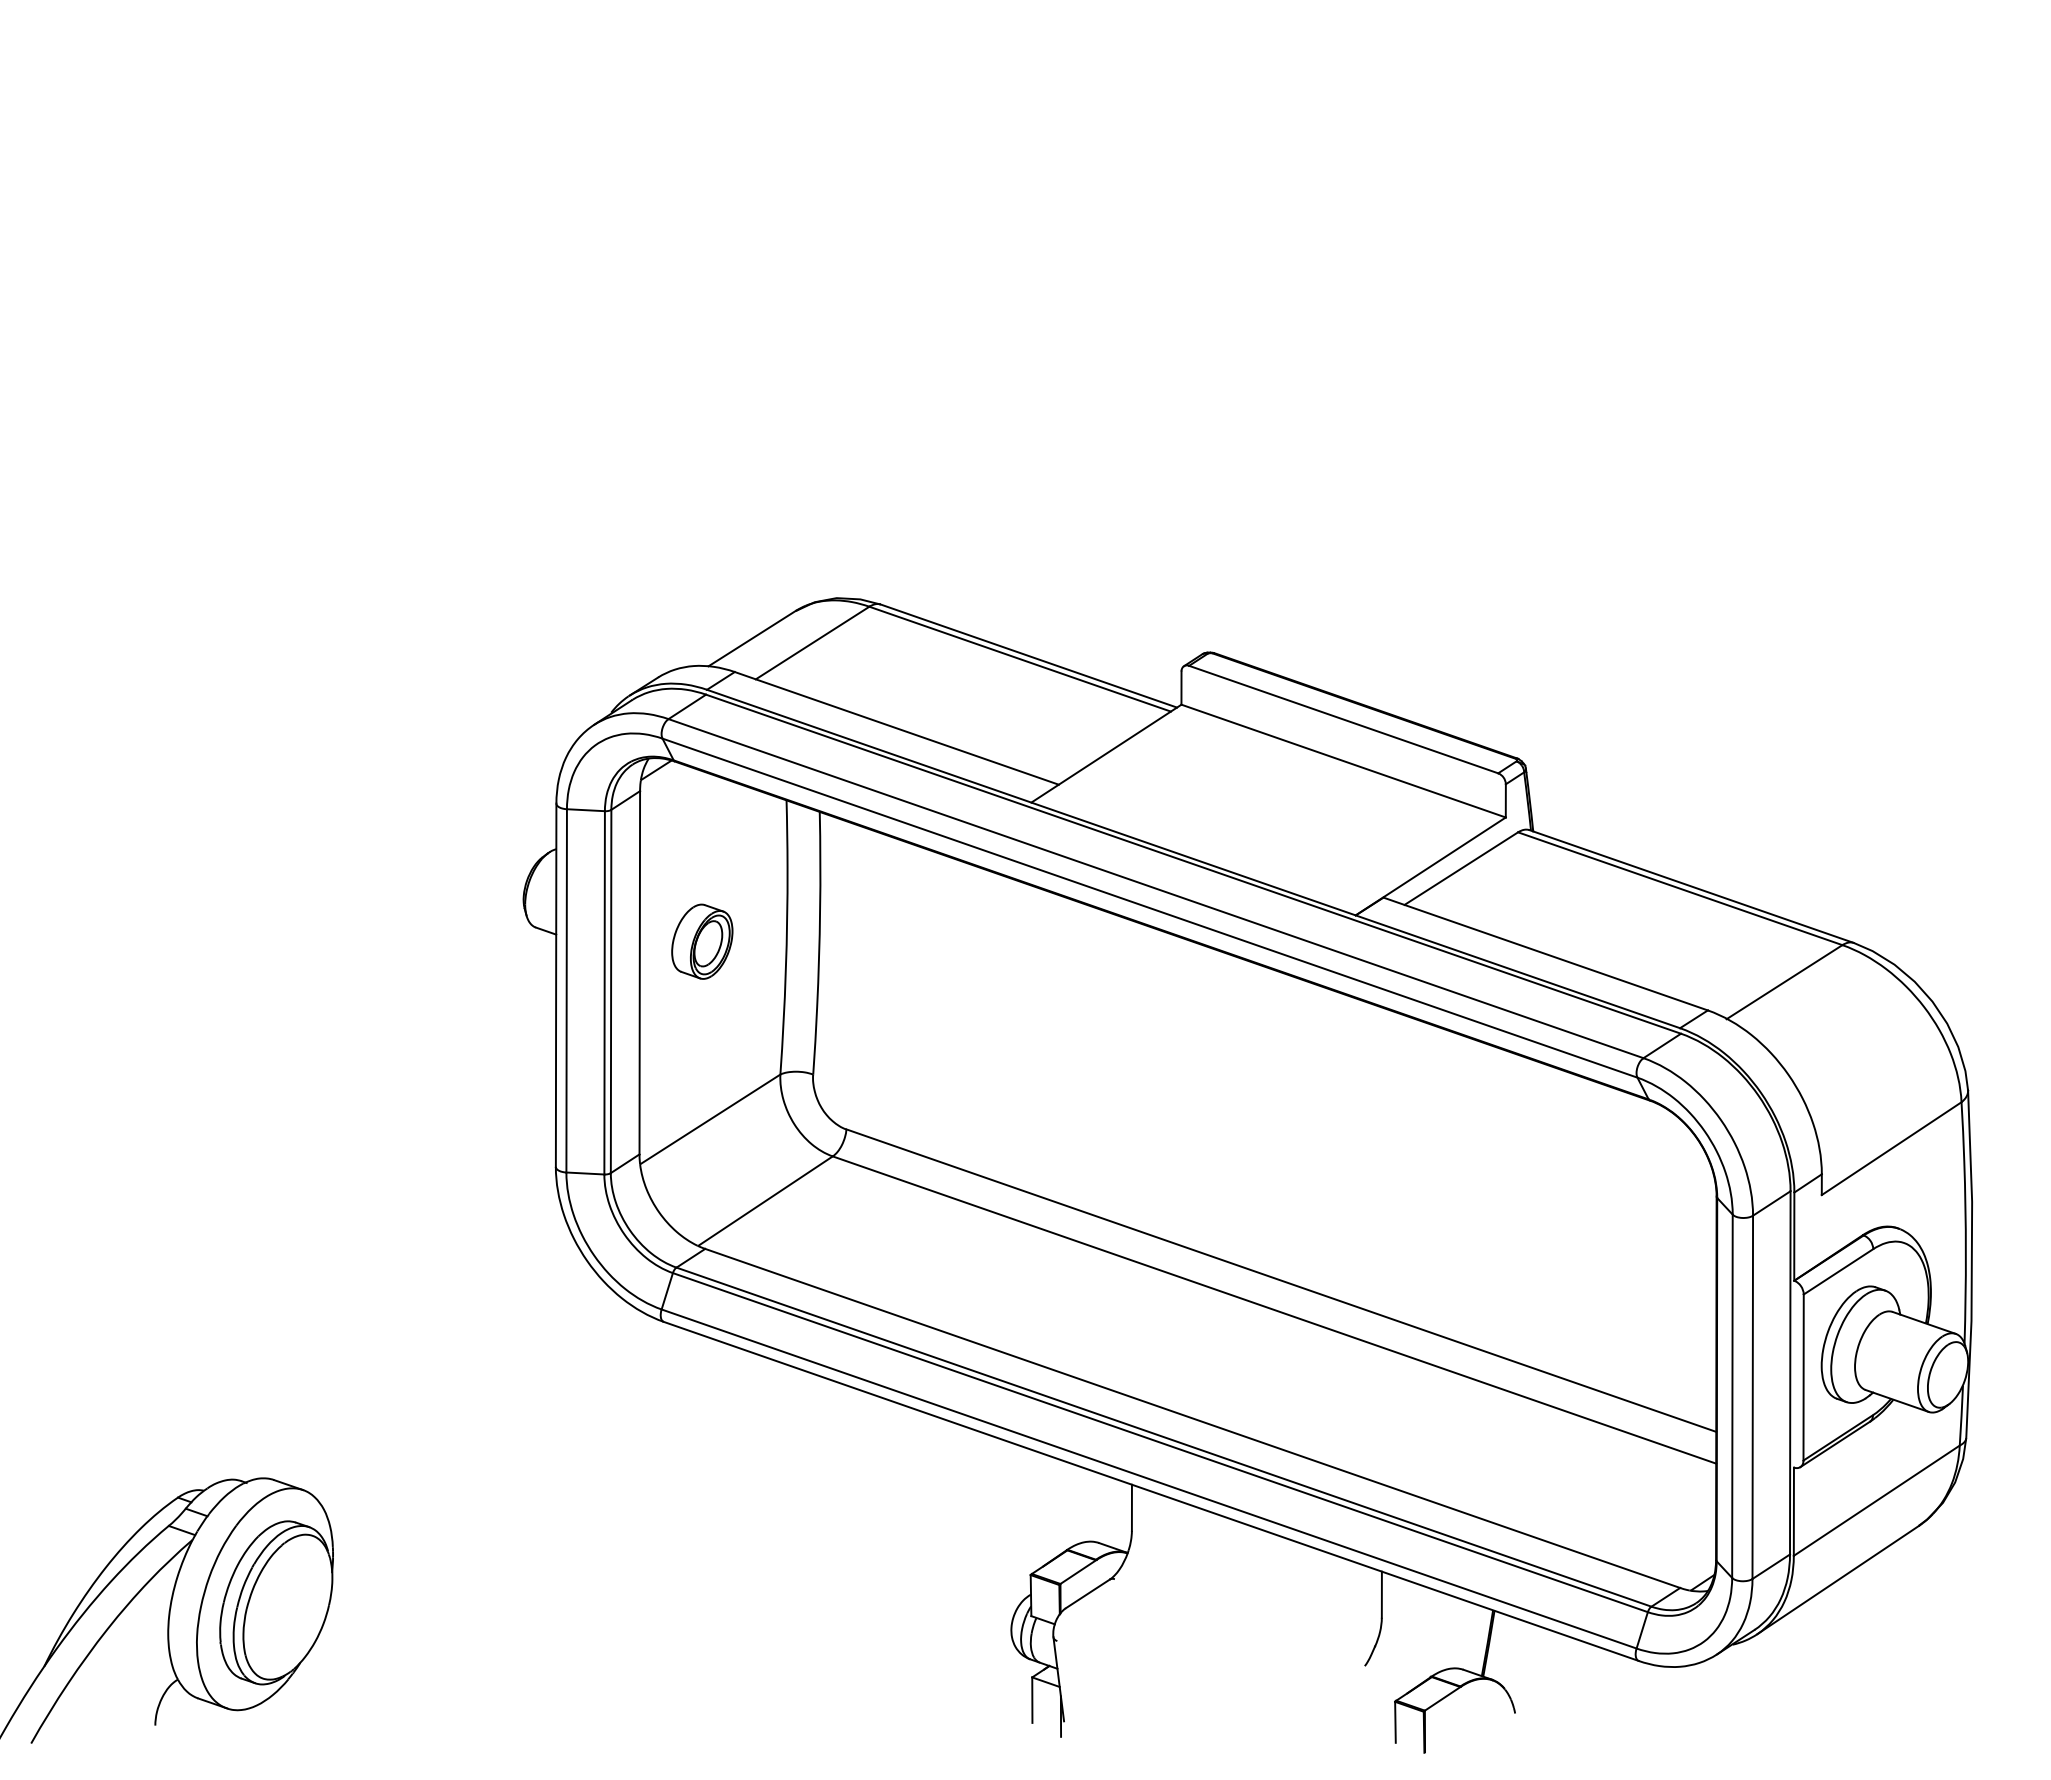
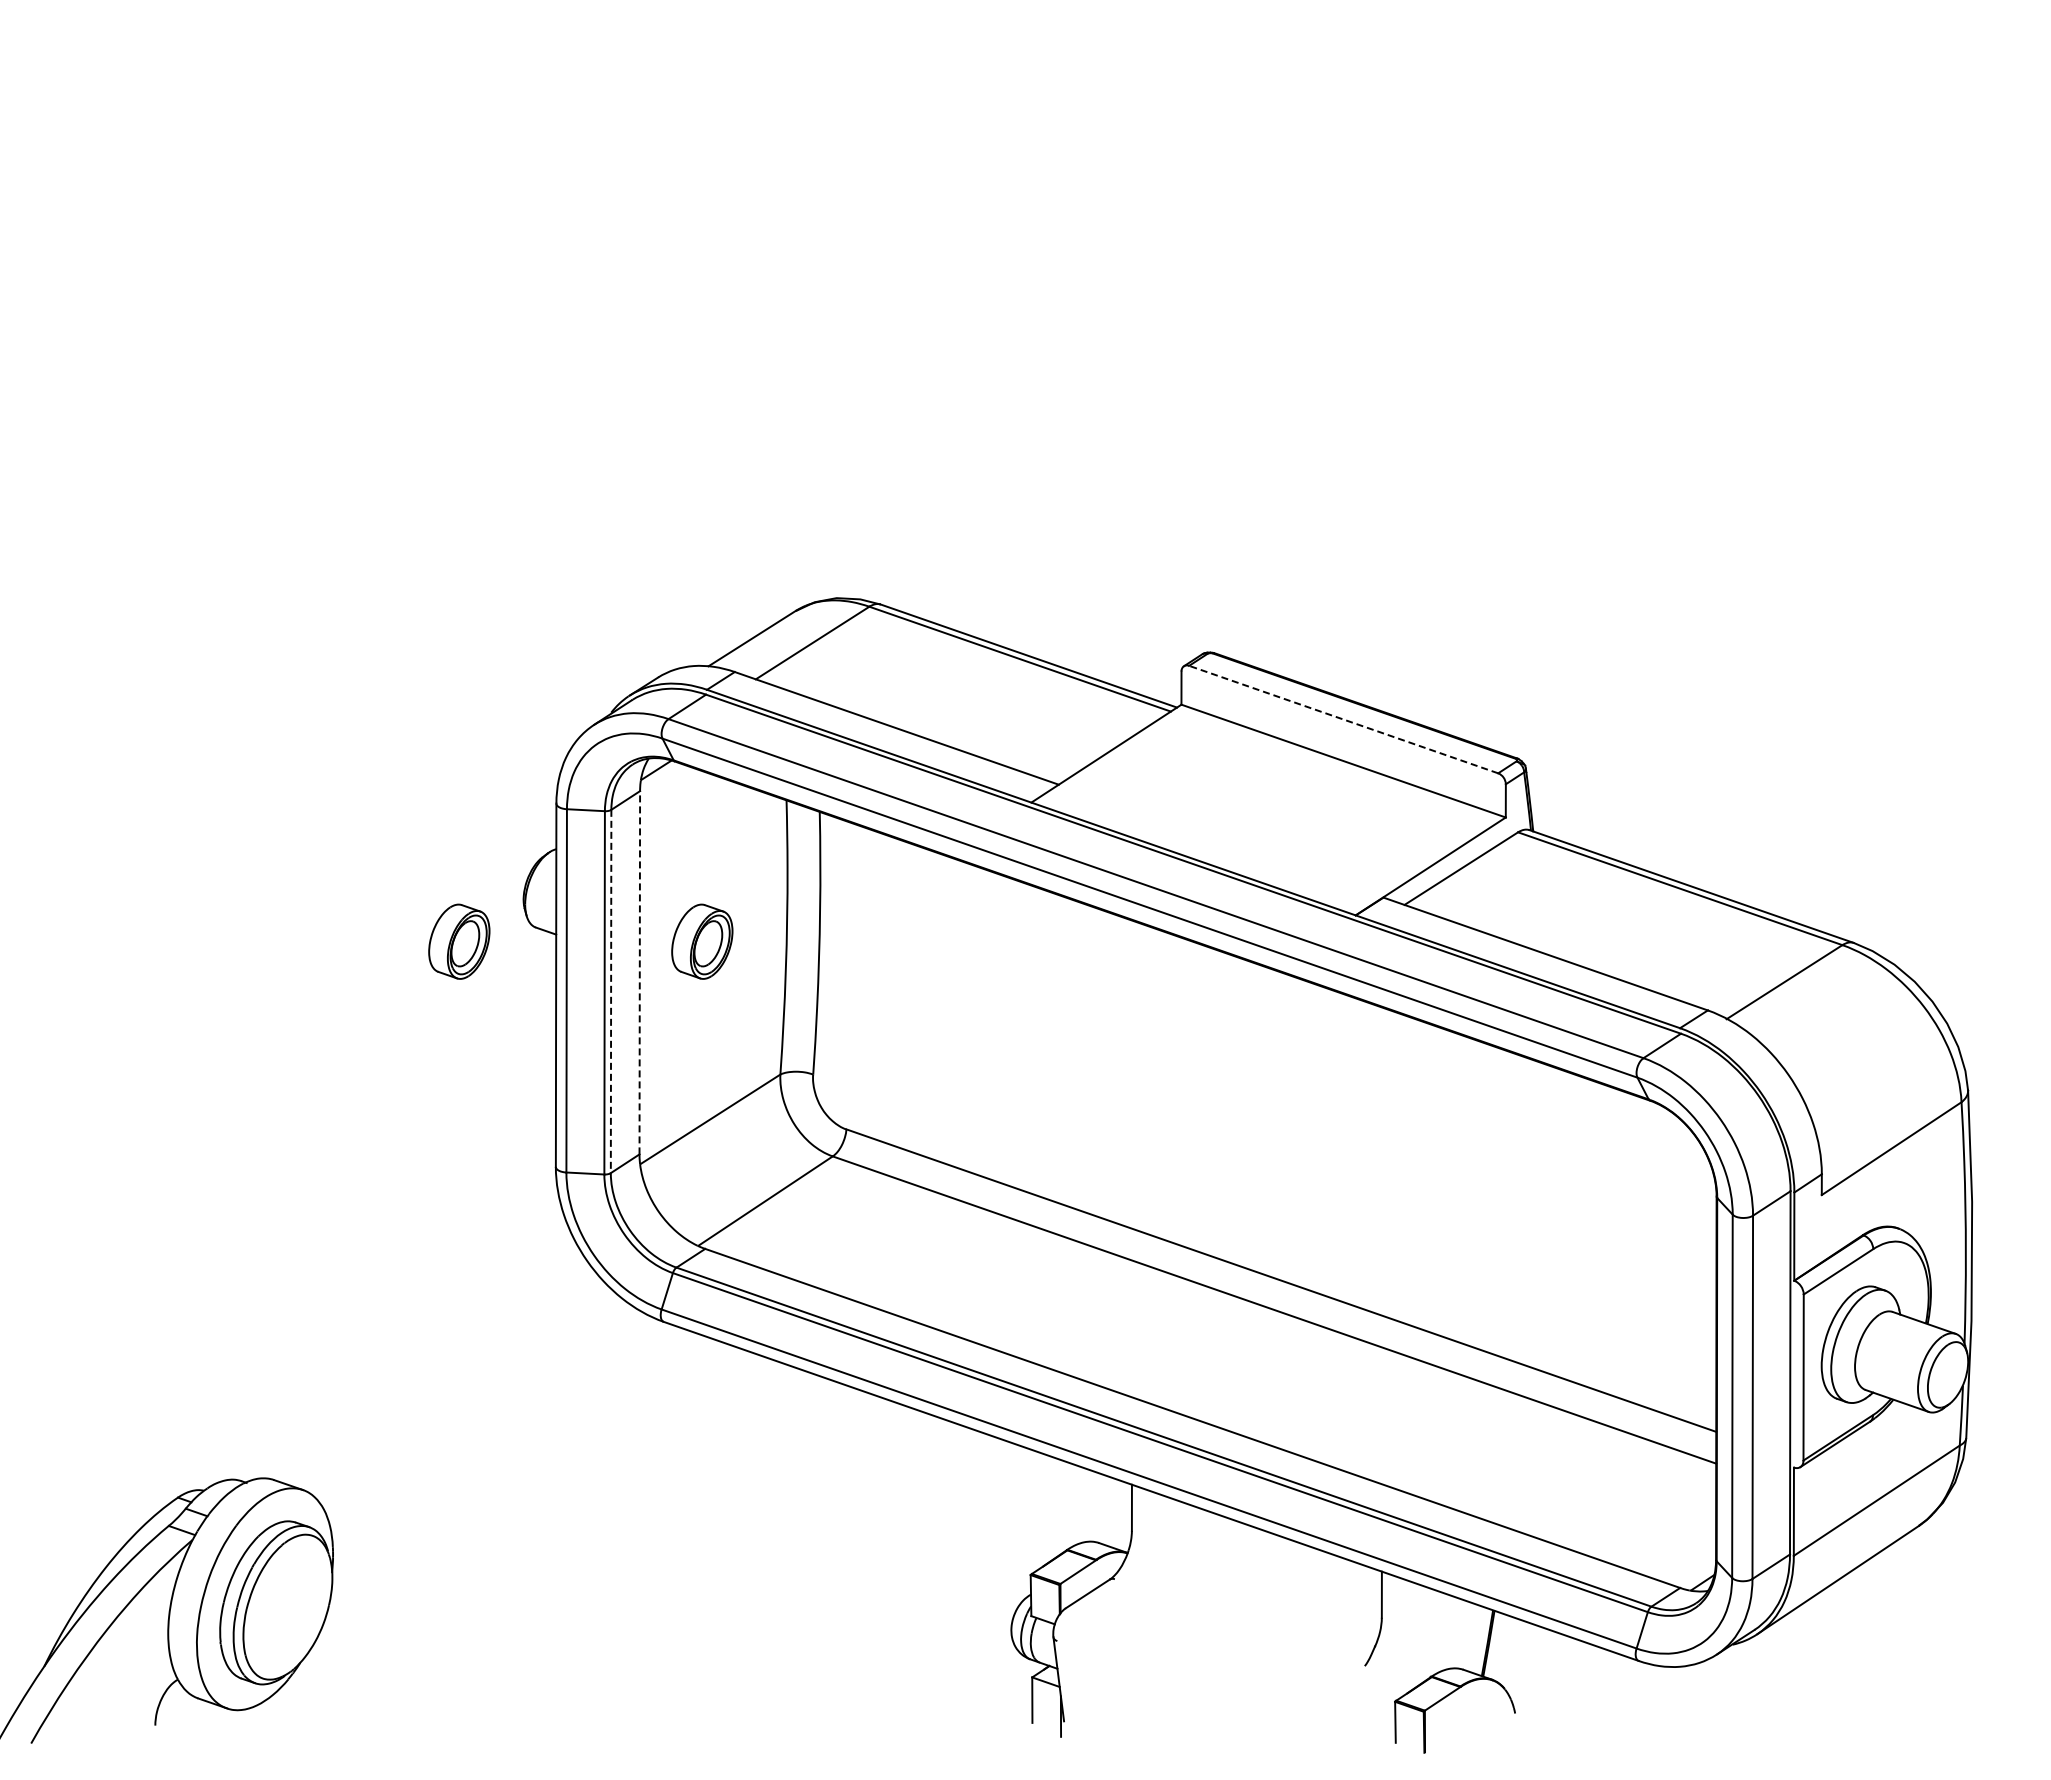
line at (1343, 719): solid -> dashed
part at (459, 941): none -> present
line at (639, 972): solid -> dashed
line at (611, 991): solid -> dashed
